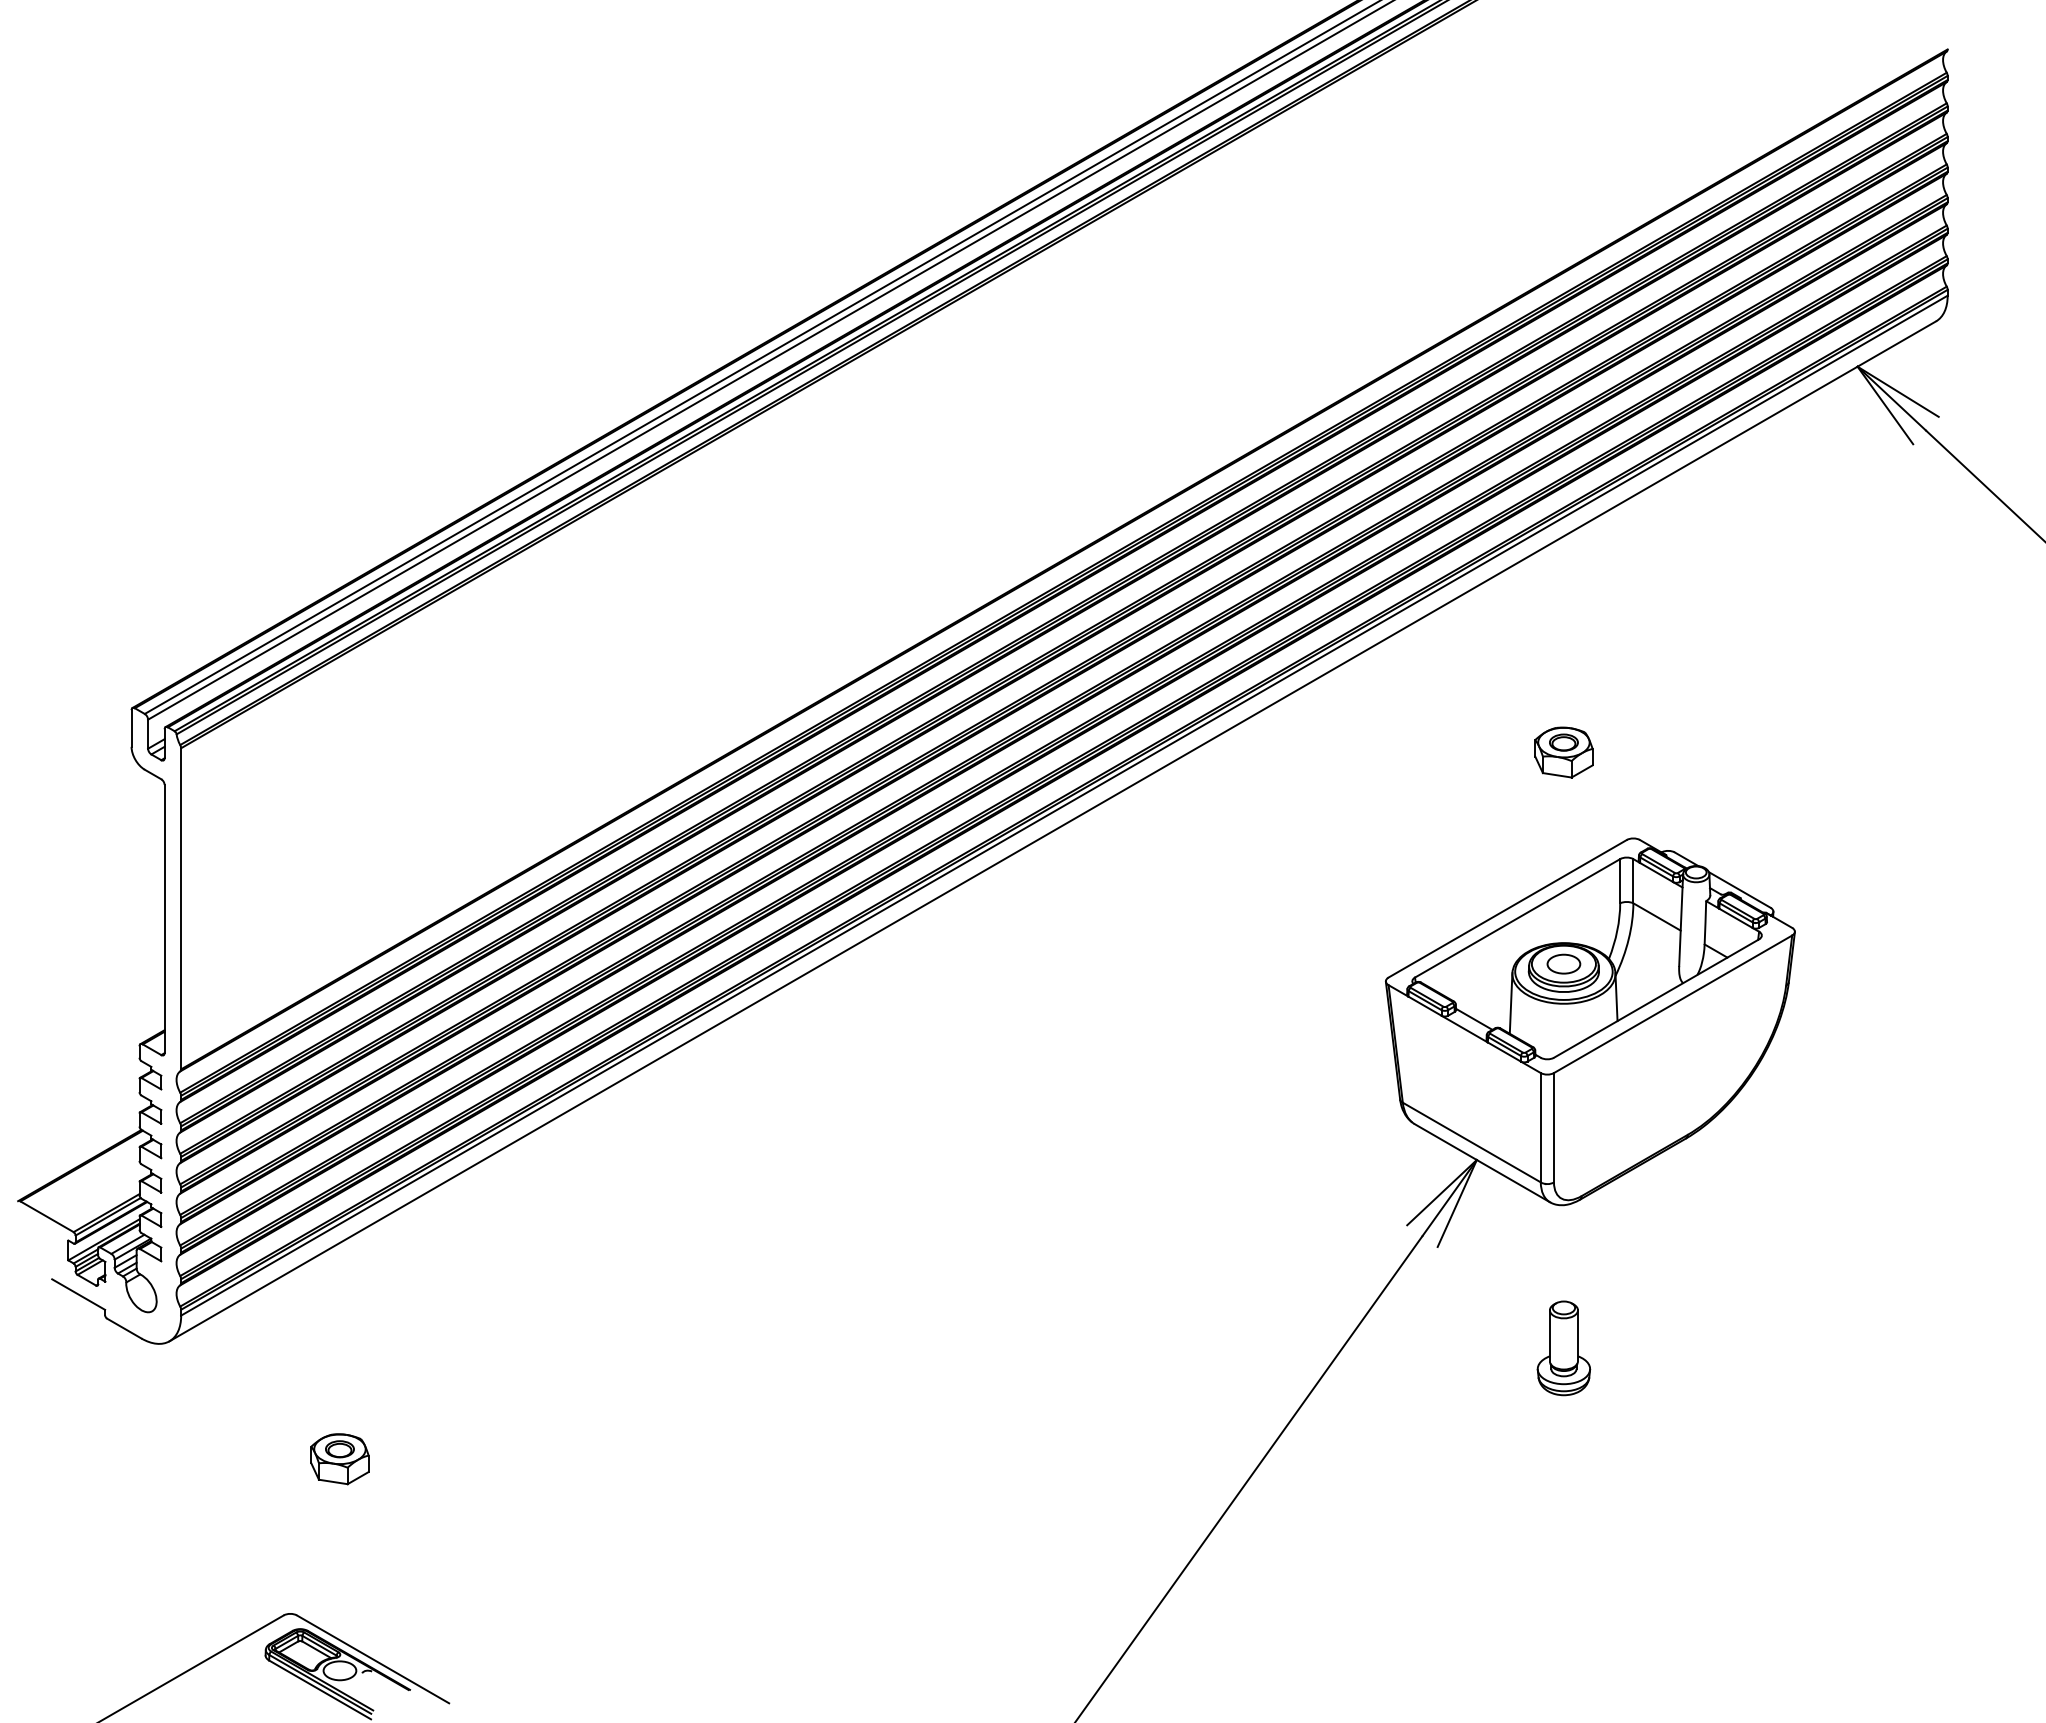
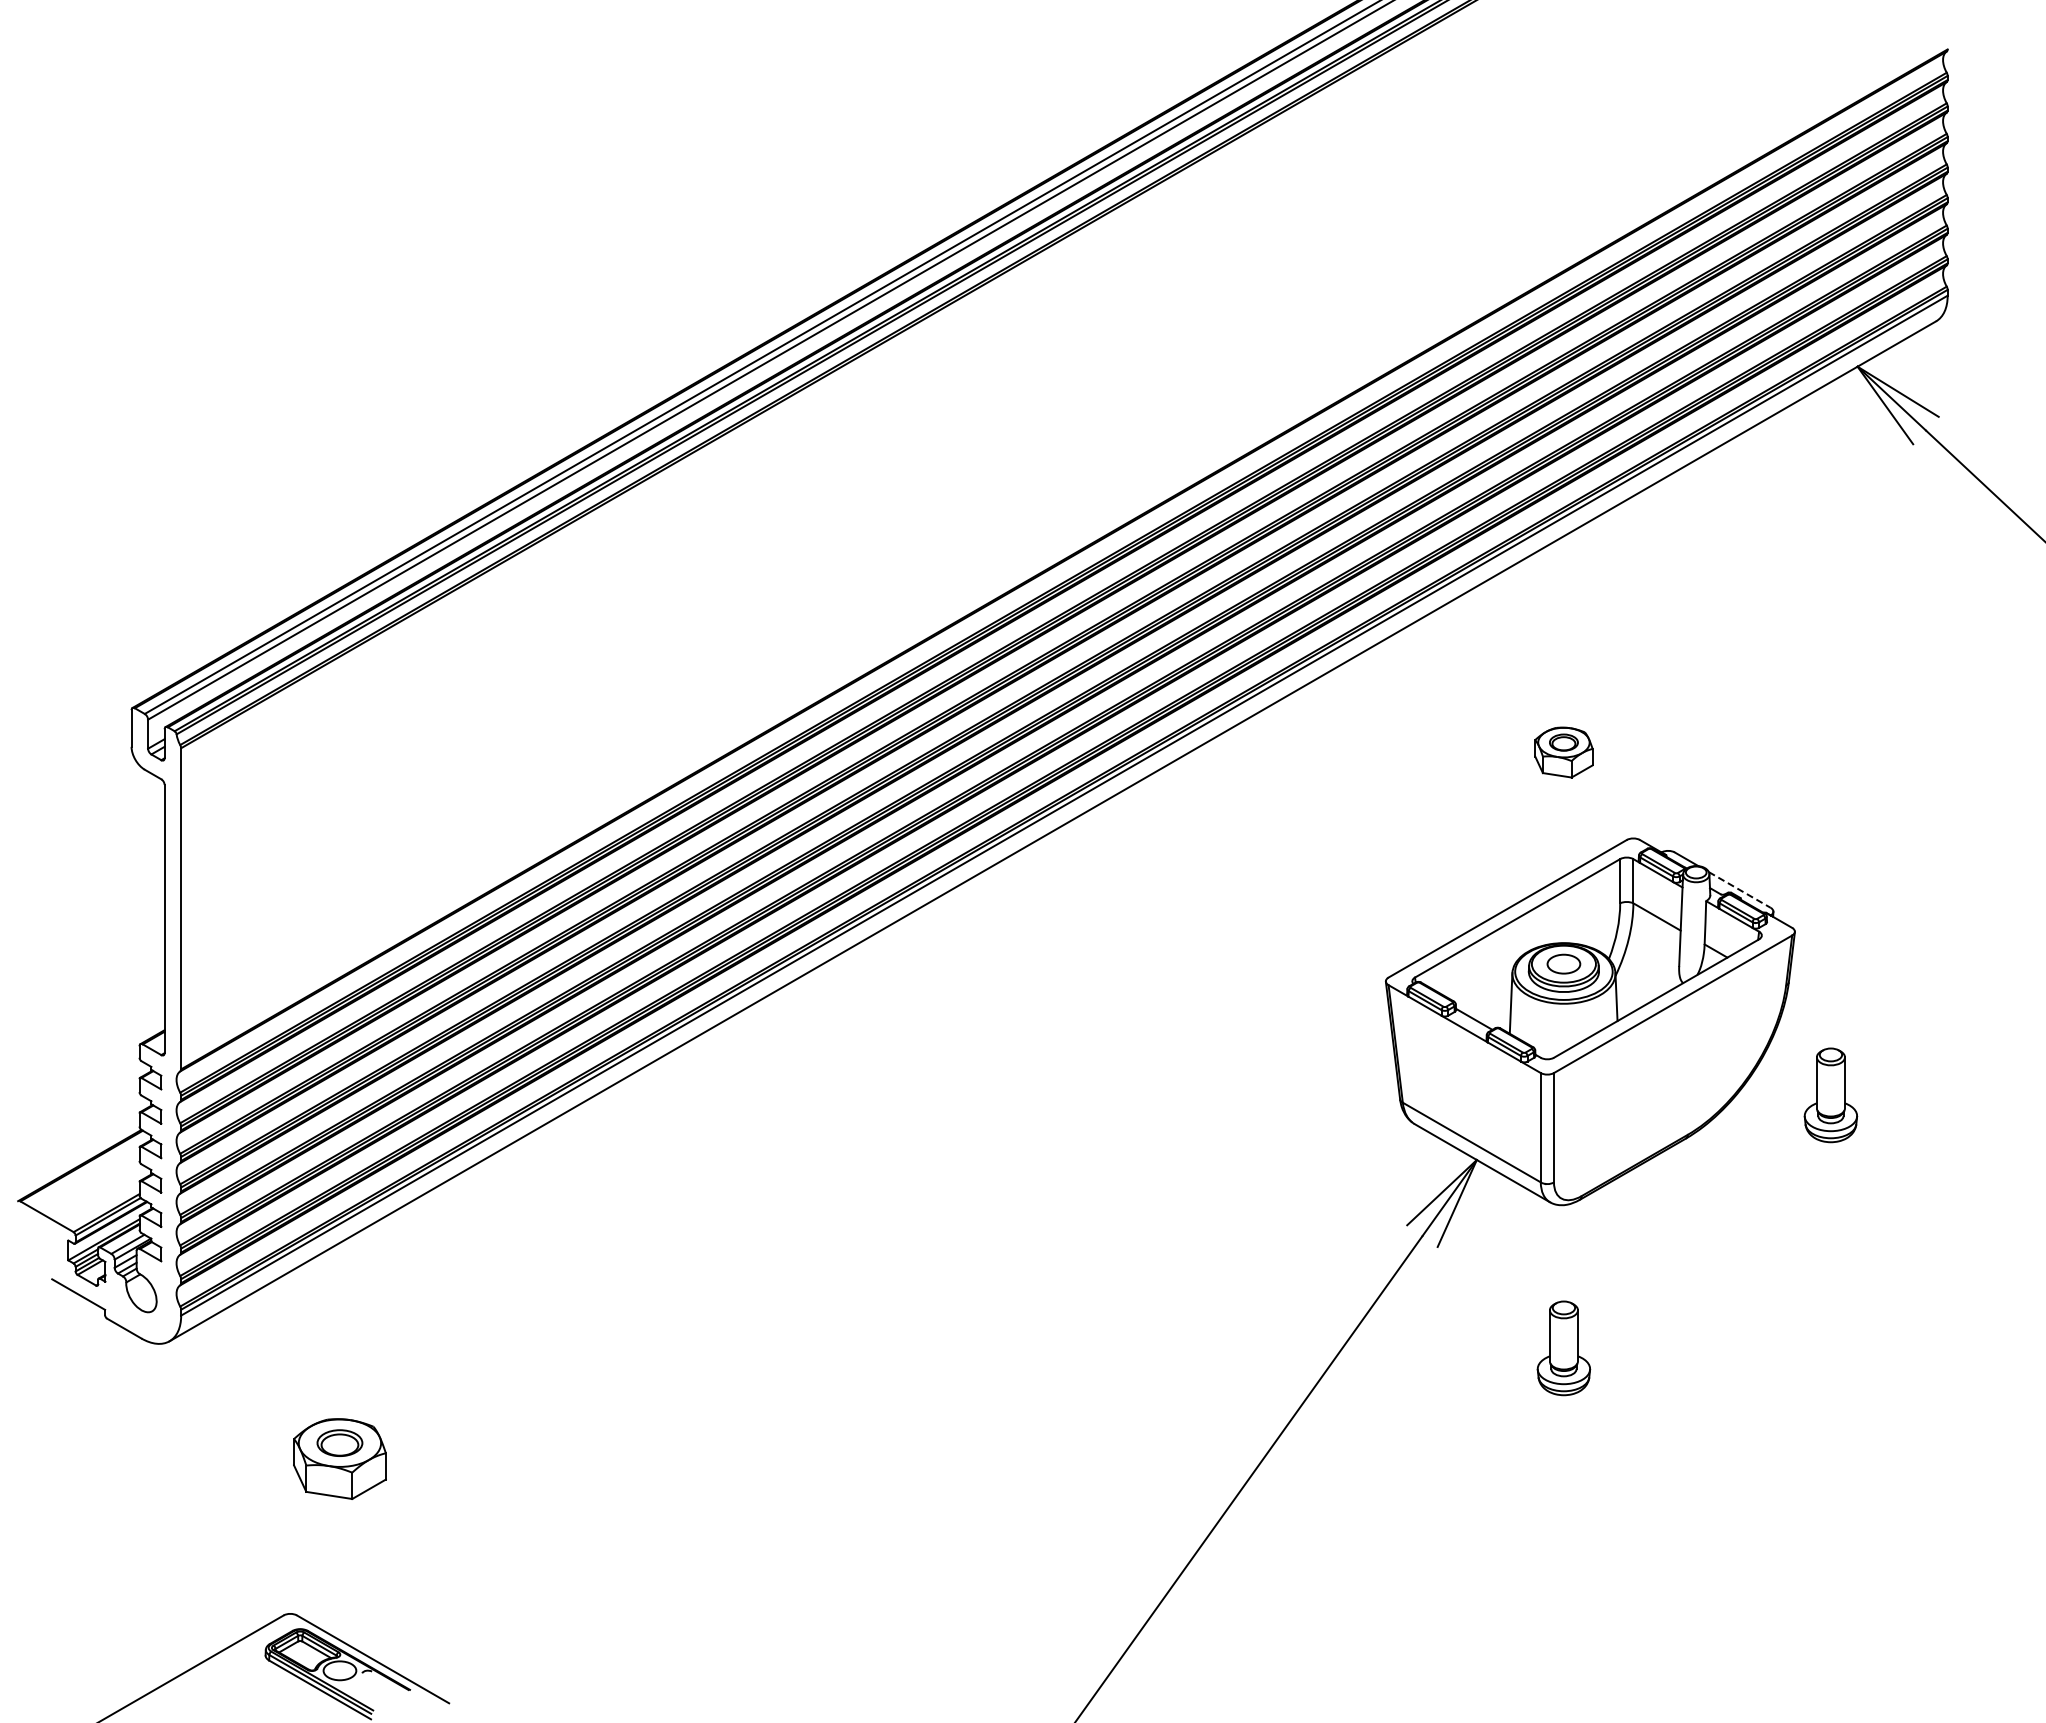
line at (1739, 889): solid -> dashed
part at (1830, 1095): none -> present
part at (339, 1459) size: 60x53 px -> 94x82 px
